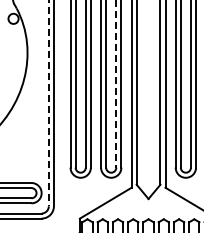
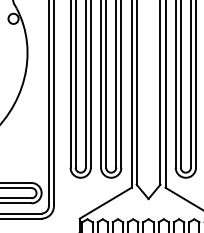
line at (116, 84): dashed -> solid
line at (48, 103): dashed -> solid
